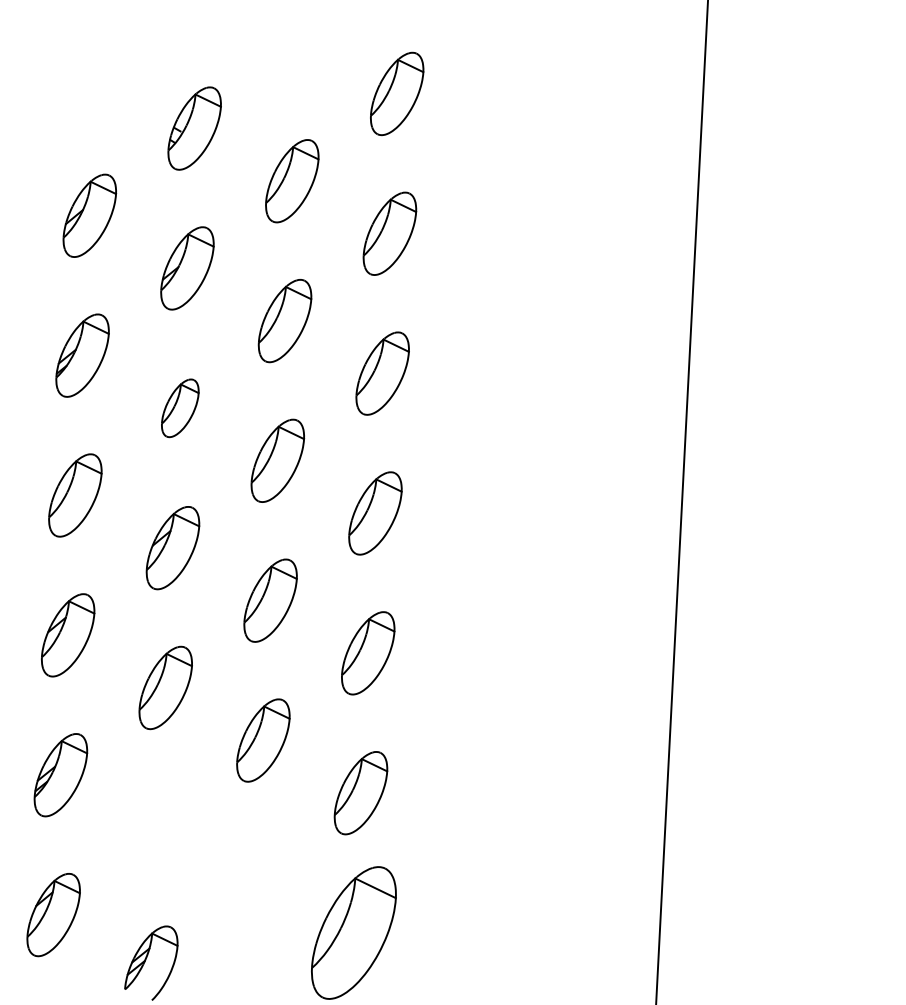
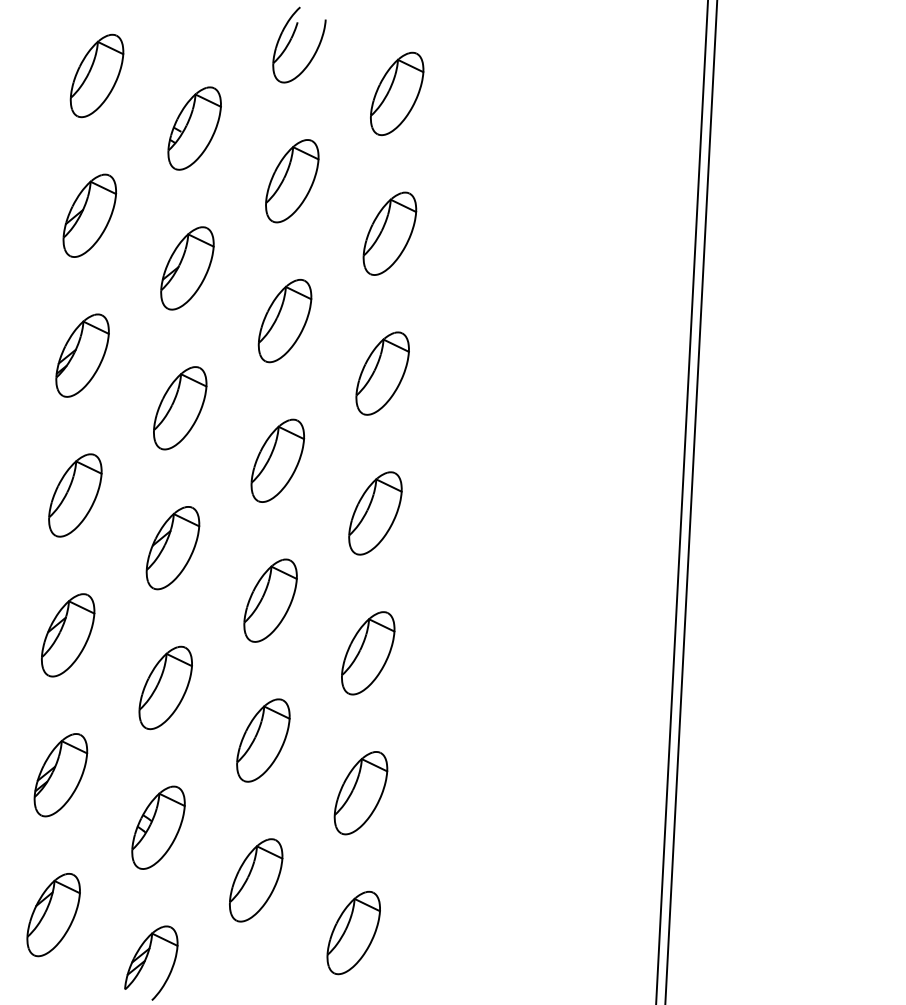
part at (291, 40): none -> present
part at (96, 75): none -> present
part at (180, 408) size: 39x61 px -> 55x85 px
line at (691, 501): none -> present
part at (158, 827): none -> present
part at (256, 880): none -> present
part at (353, 932) size: 86x134 px -> 55x86 px
